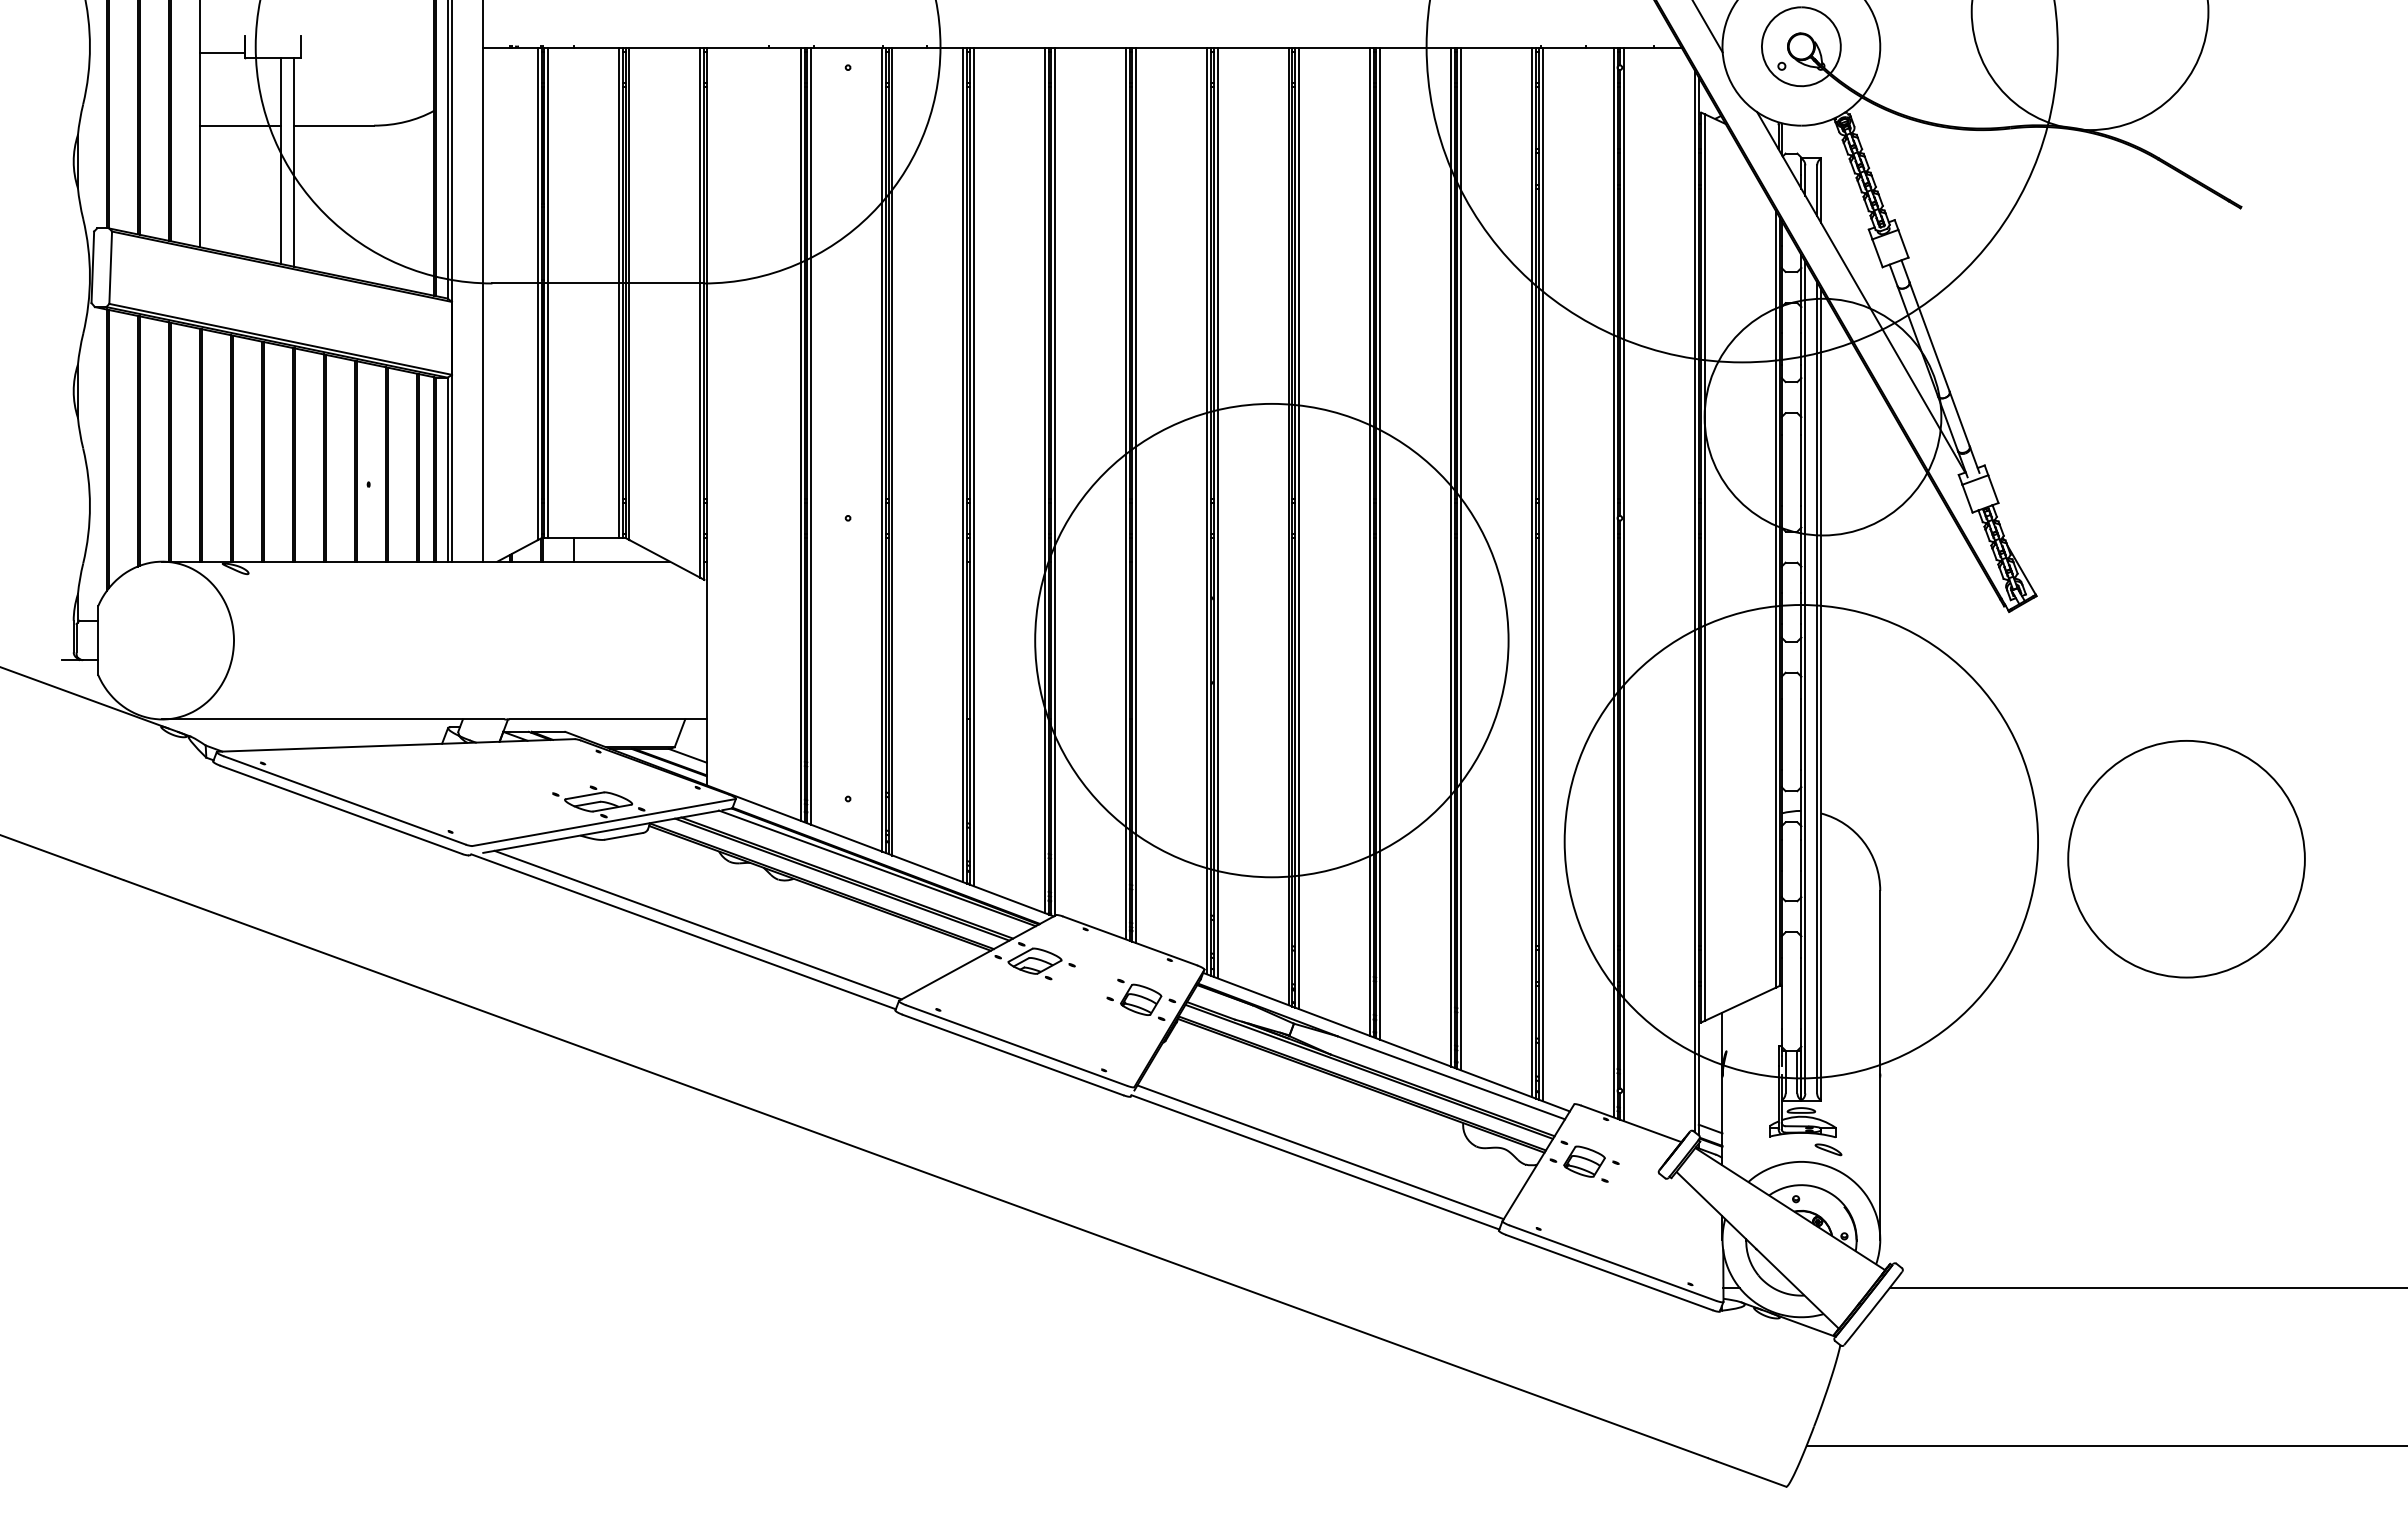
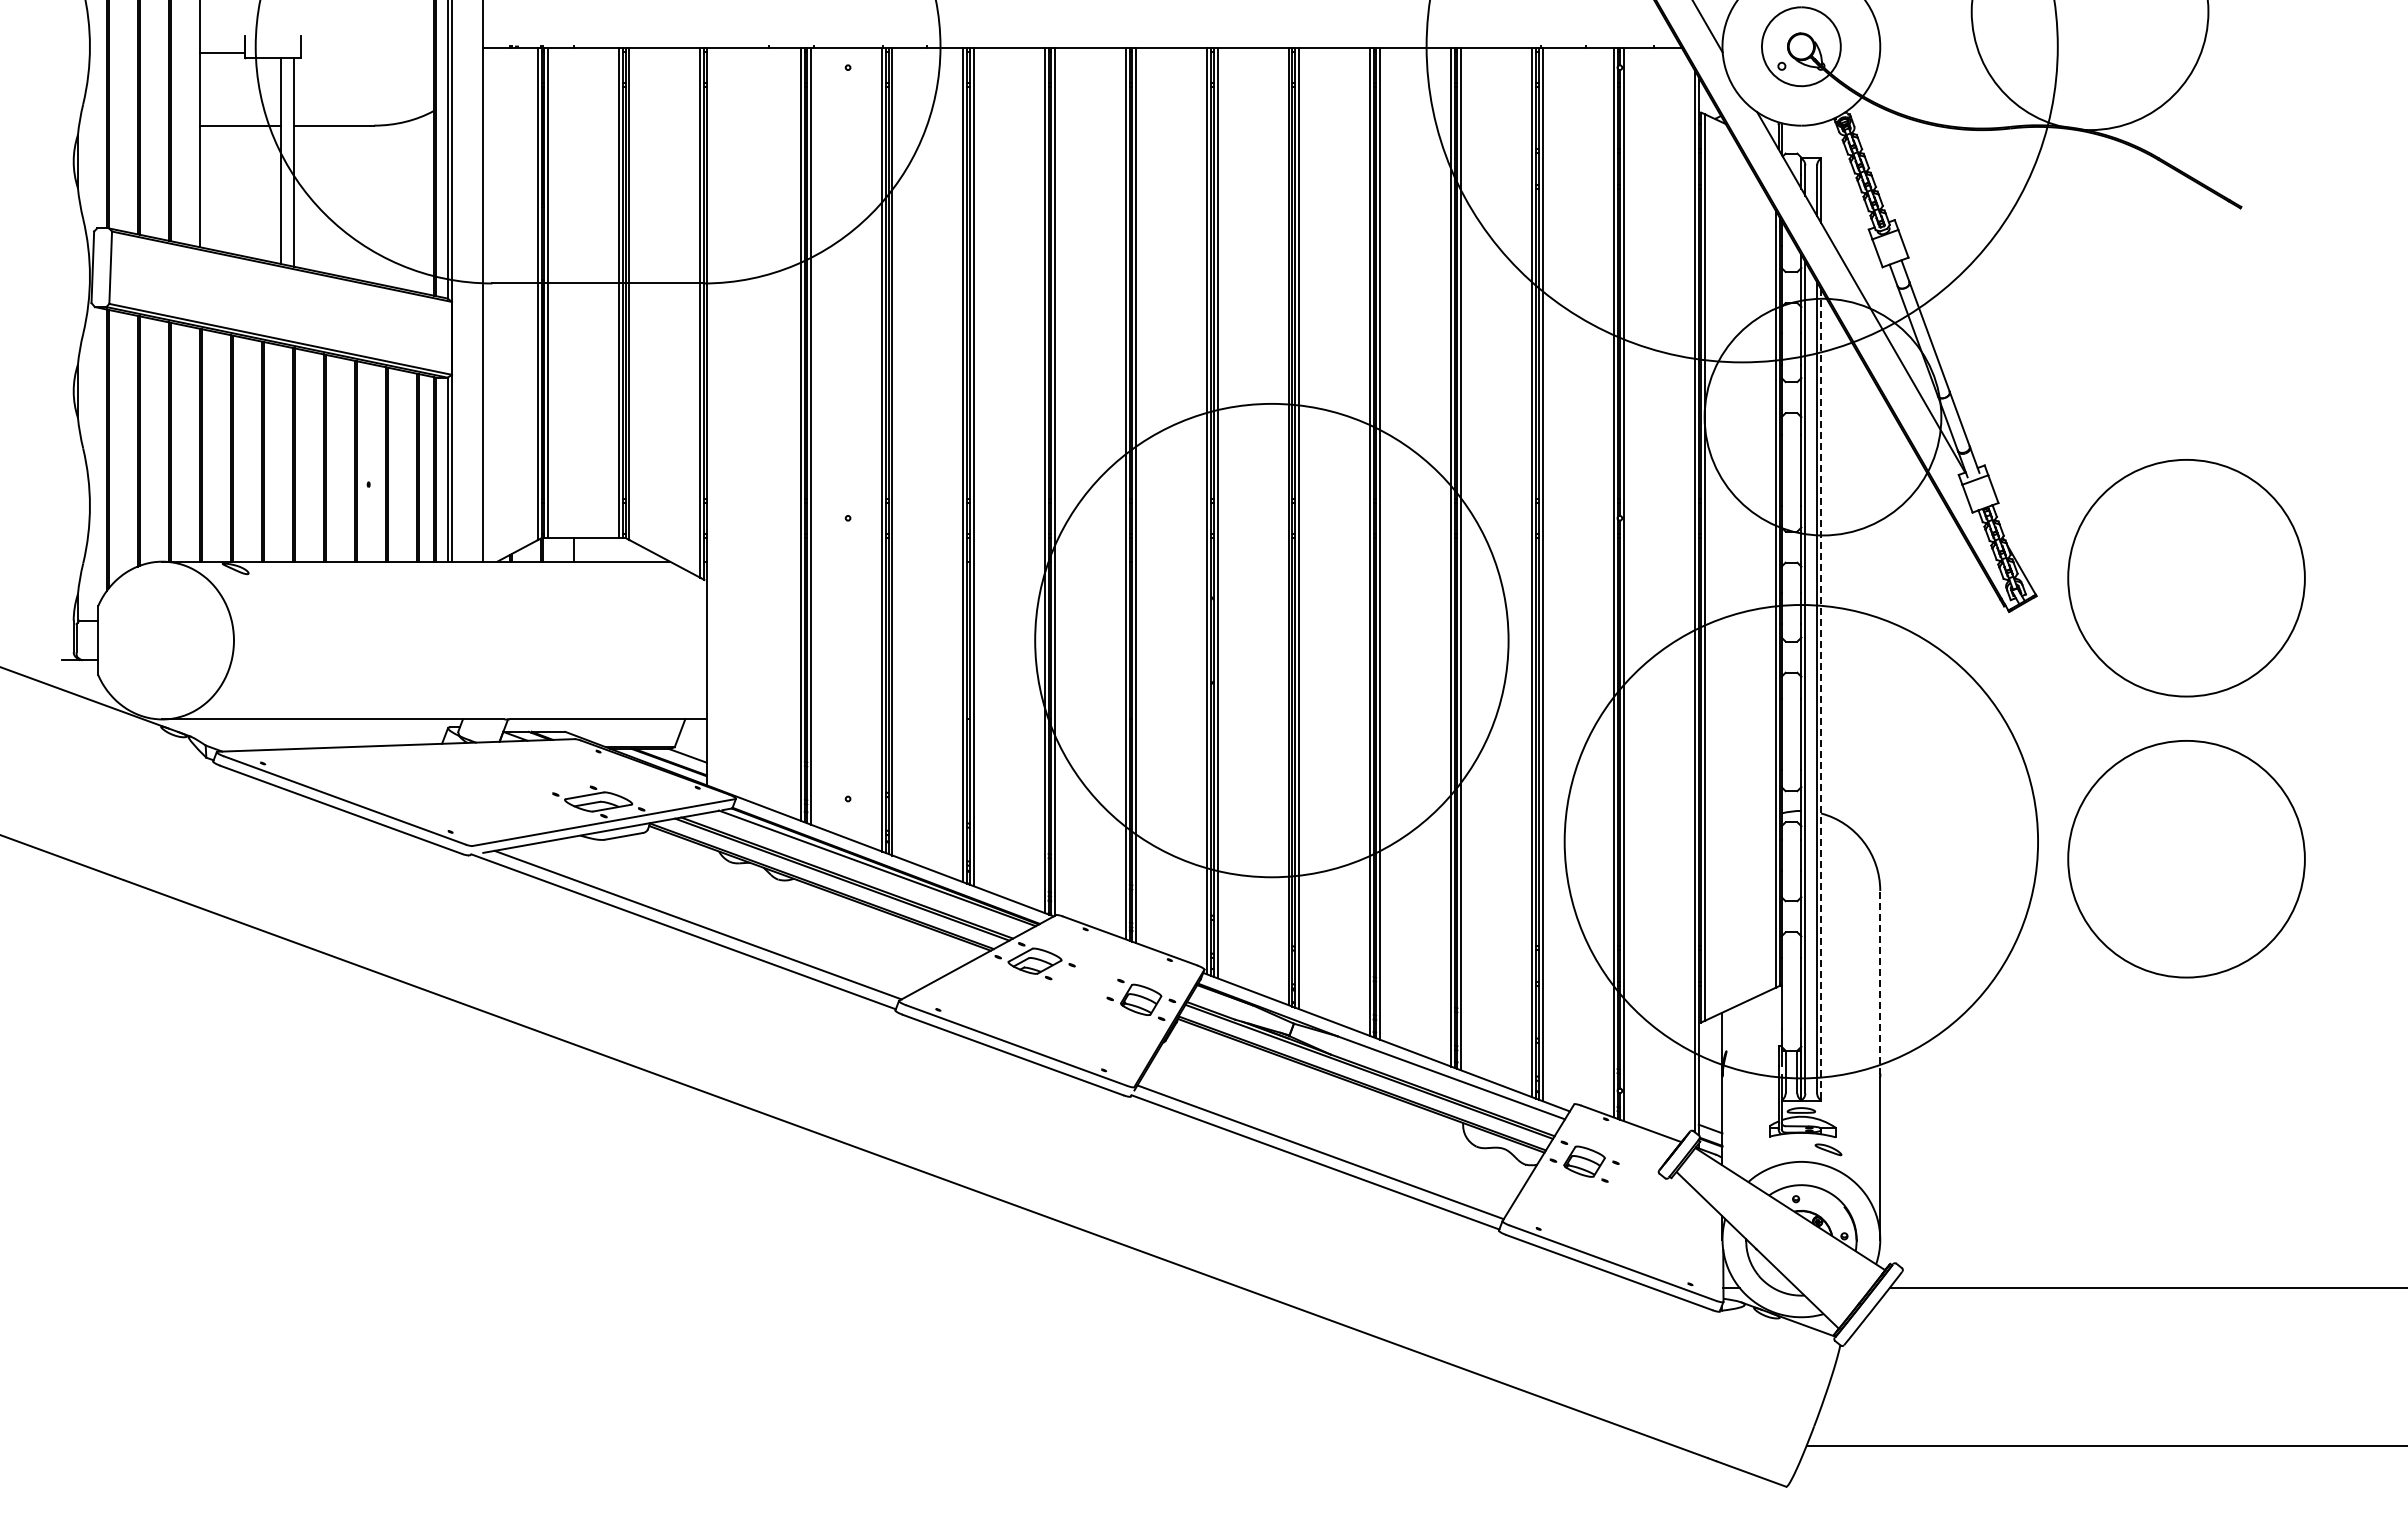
circle at (2186, 578): none -> present
line at (1821, 694): solid -> dashed
line at (1880, 982): solid -> dashed
